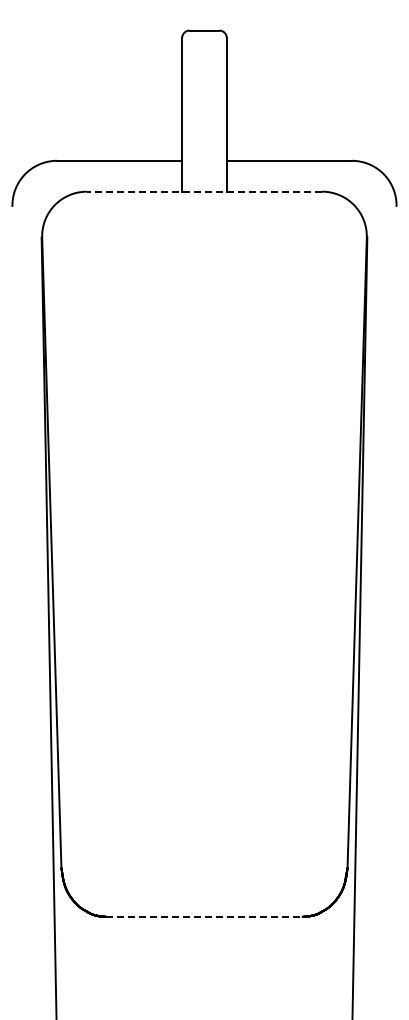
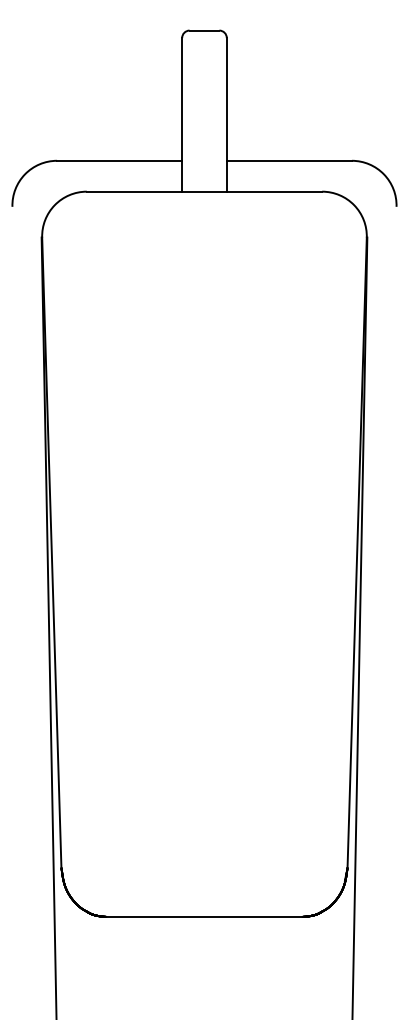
line at (204, 191): dashed -> solid
line at (204, 916): dashed -> solid
